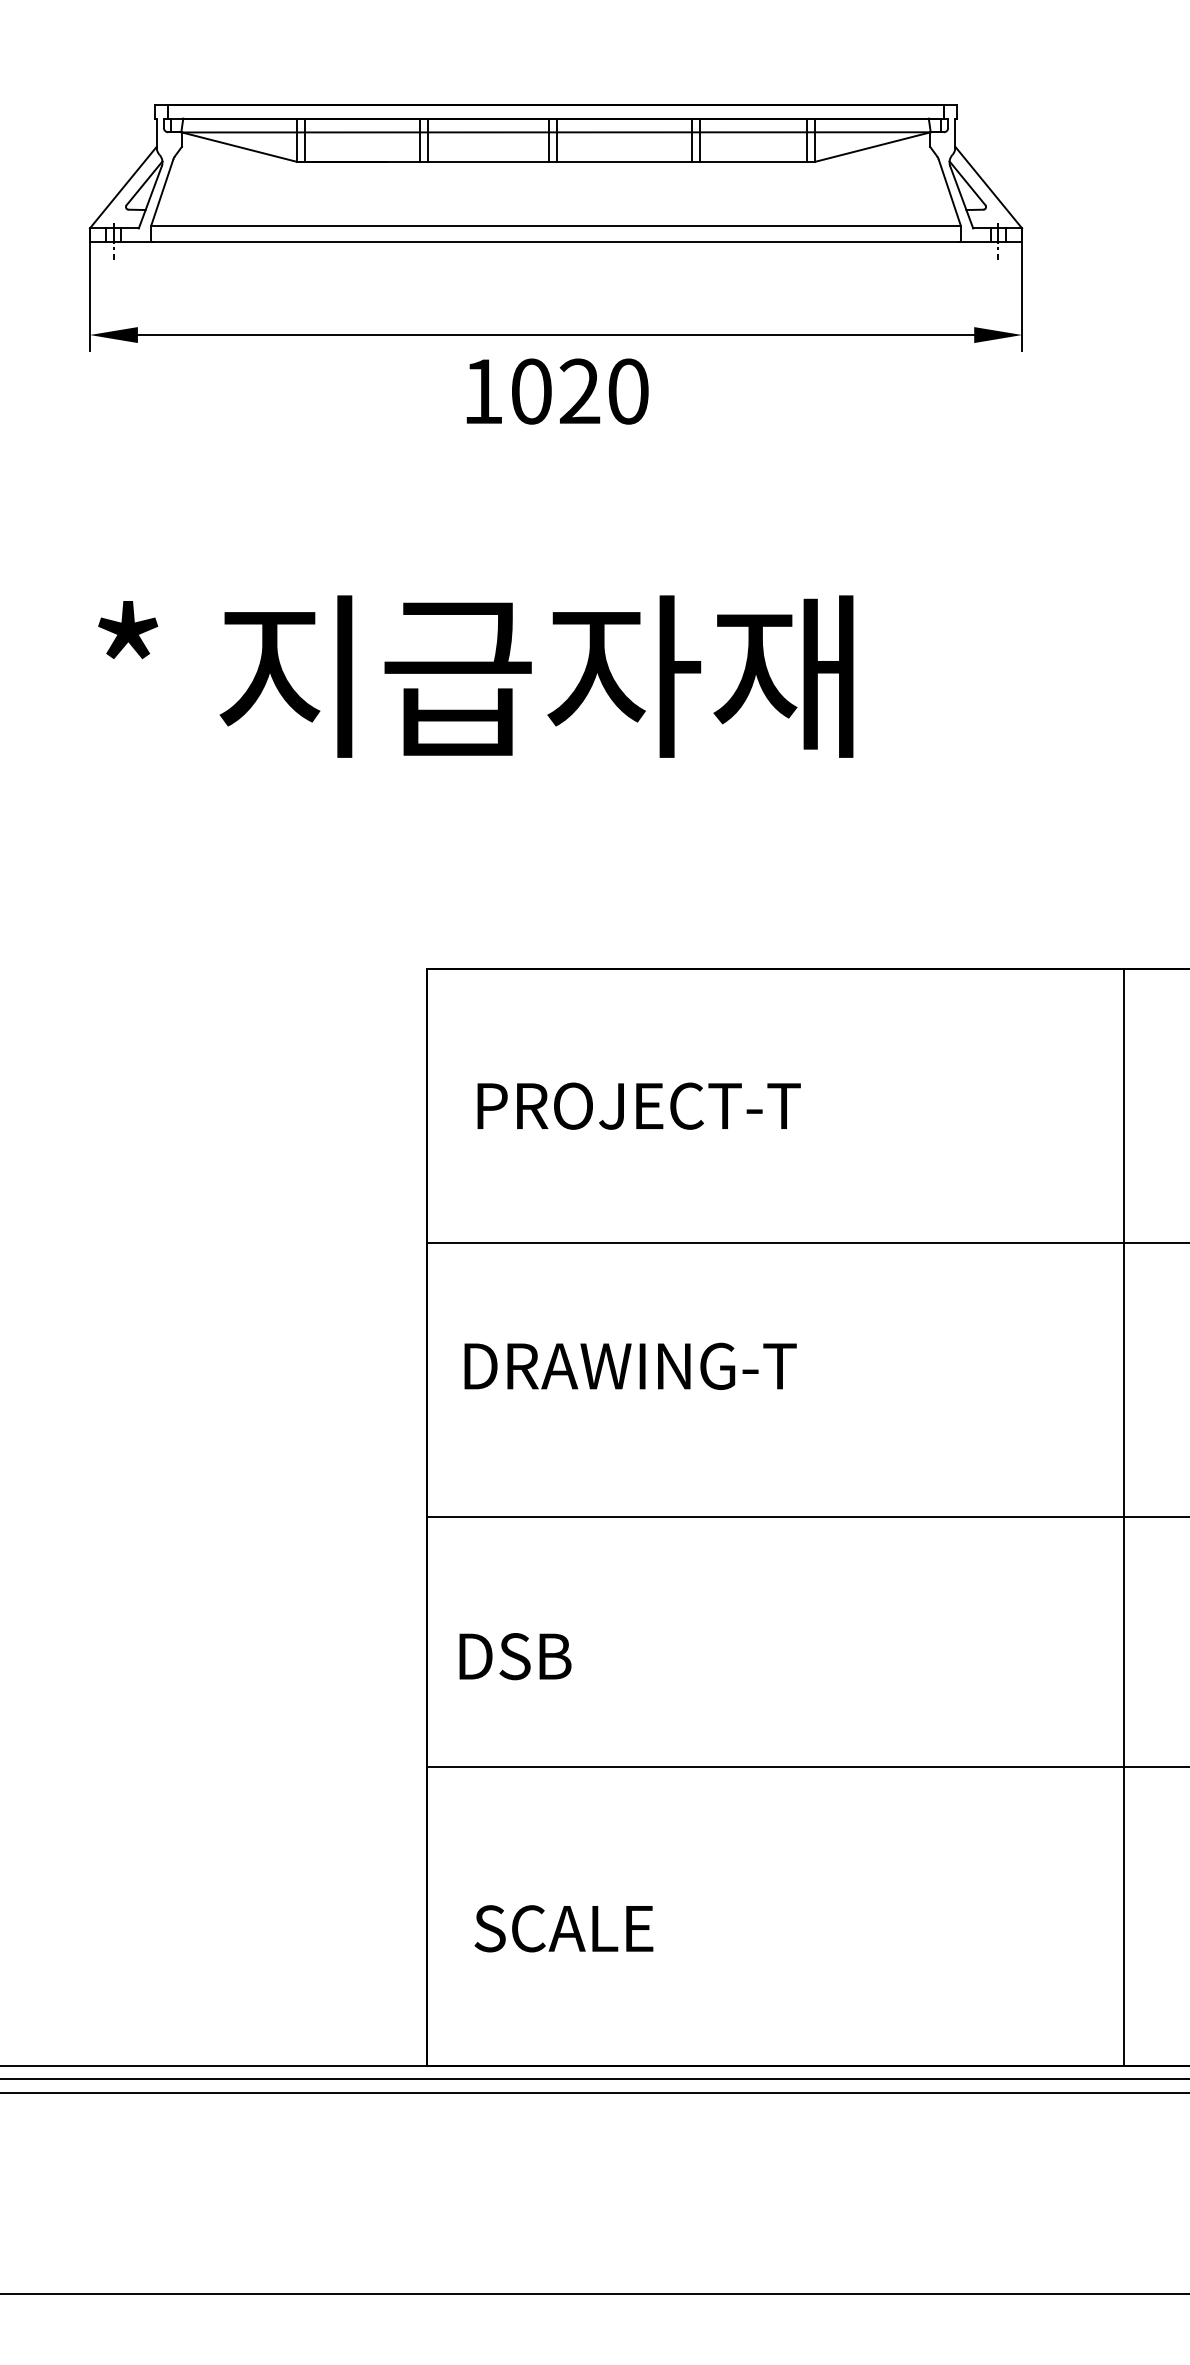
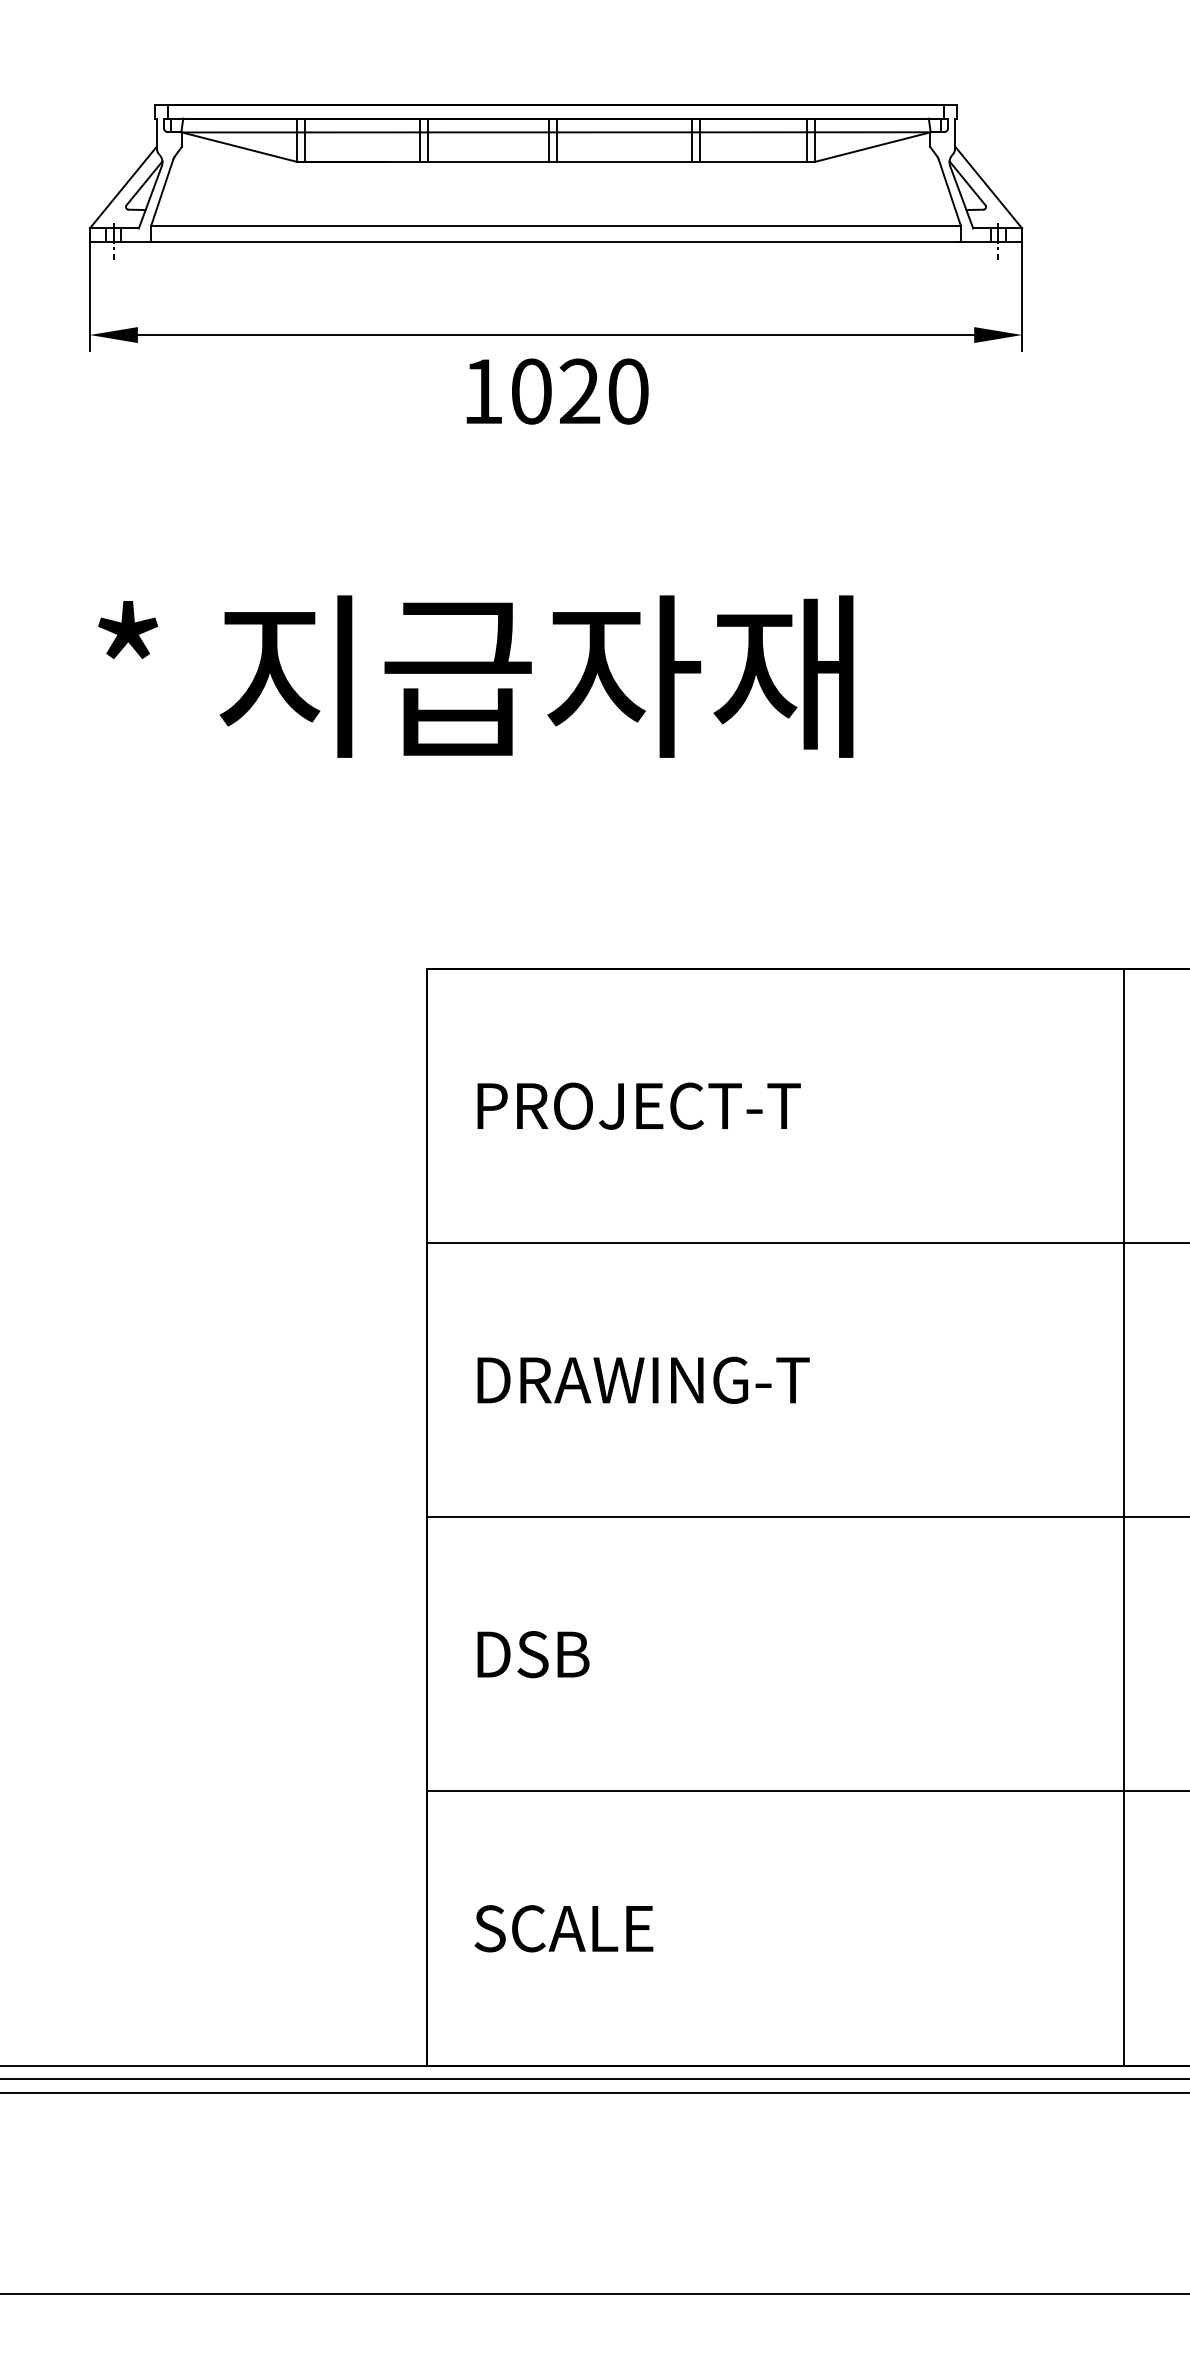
text at (630, 1365) position: (630, 1365) -> (643, 1379)
text at (515, 1656) position: (515, 1656) -> (533, 1654)
line at (806, 1767) position: (806, 1767) -> (806, 1791)
